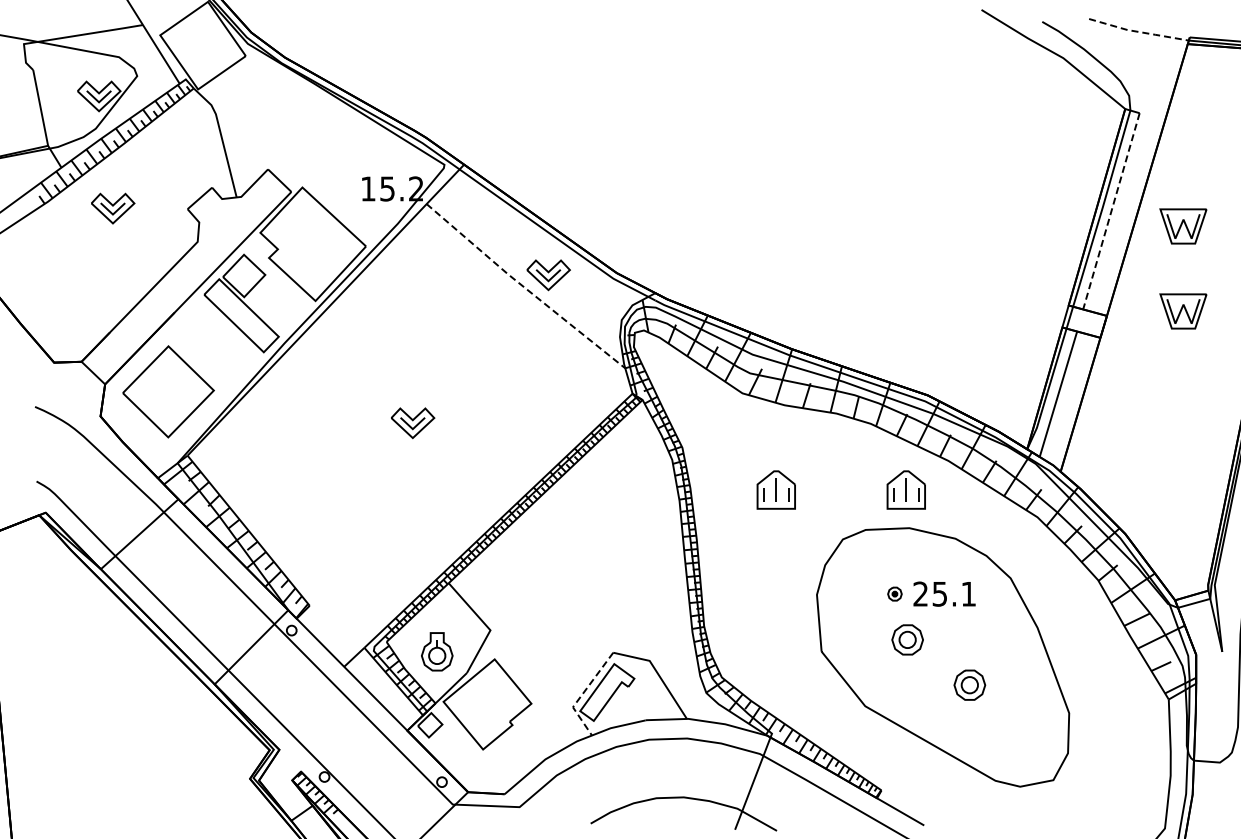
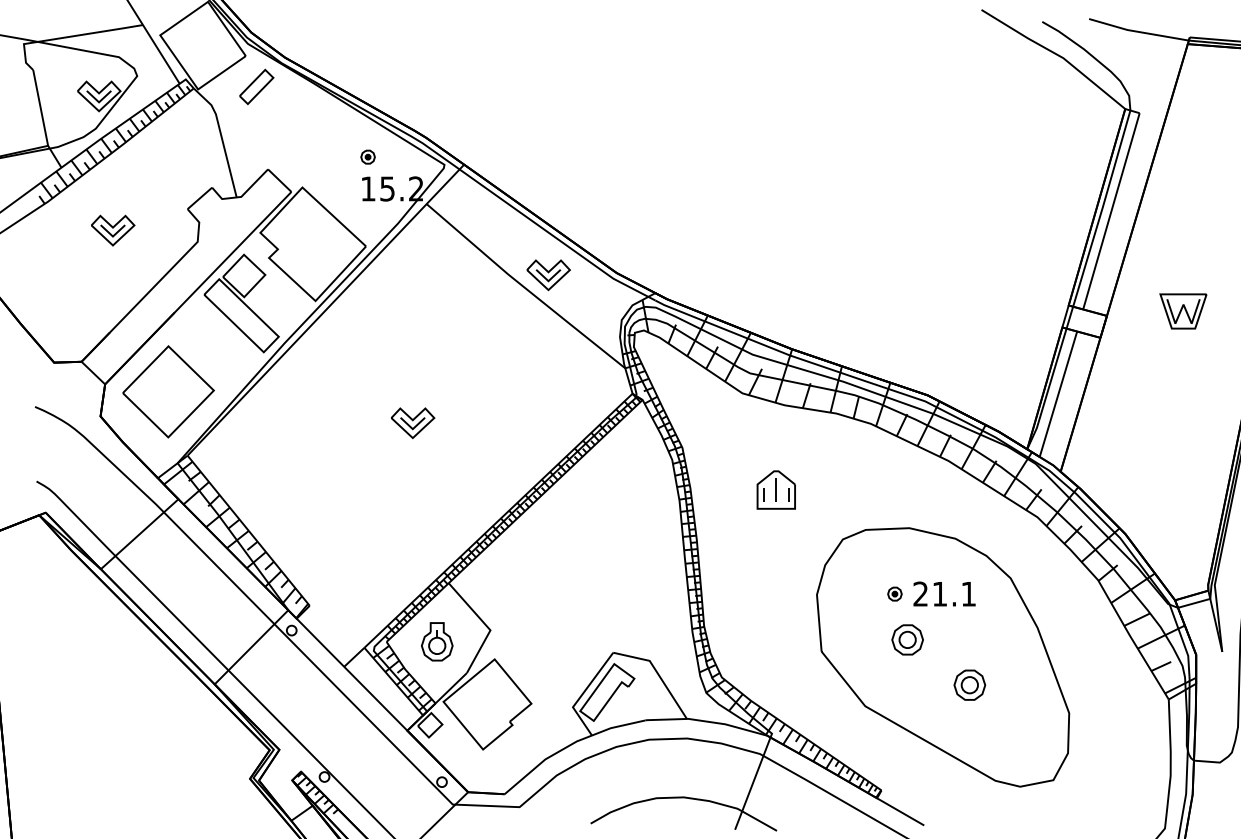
line at (1138, 31): dashed -> solid
part at (256, 86): none -> present
part at (367, 156): none -> present
part at (113, 208) position: (113, 208) -> (113, 230)
line at (1111, 211): dashed -> solid
part at (1183, 226): present -> none
line at (525, 288): dashed -> solid
part at (905, 489): present -> none
text at (939, 594): 25.1 -> 21.1
part at (437, 651) position: (437, 651) -> (437, 641)
line at (582, 694): dashed -> solid
